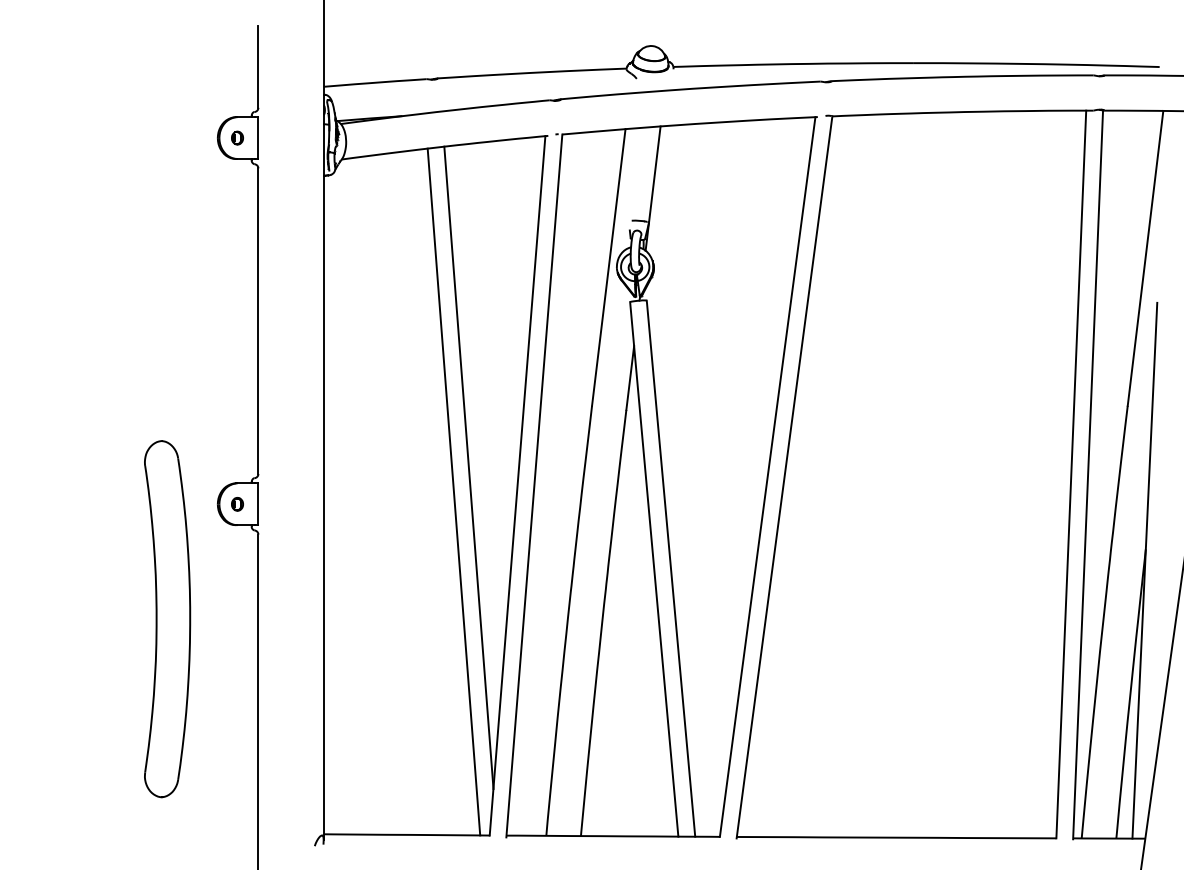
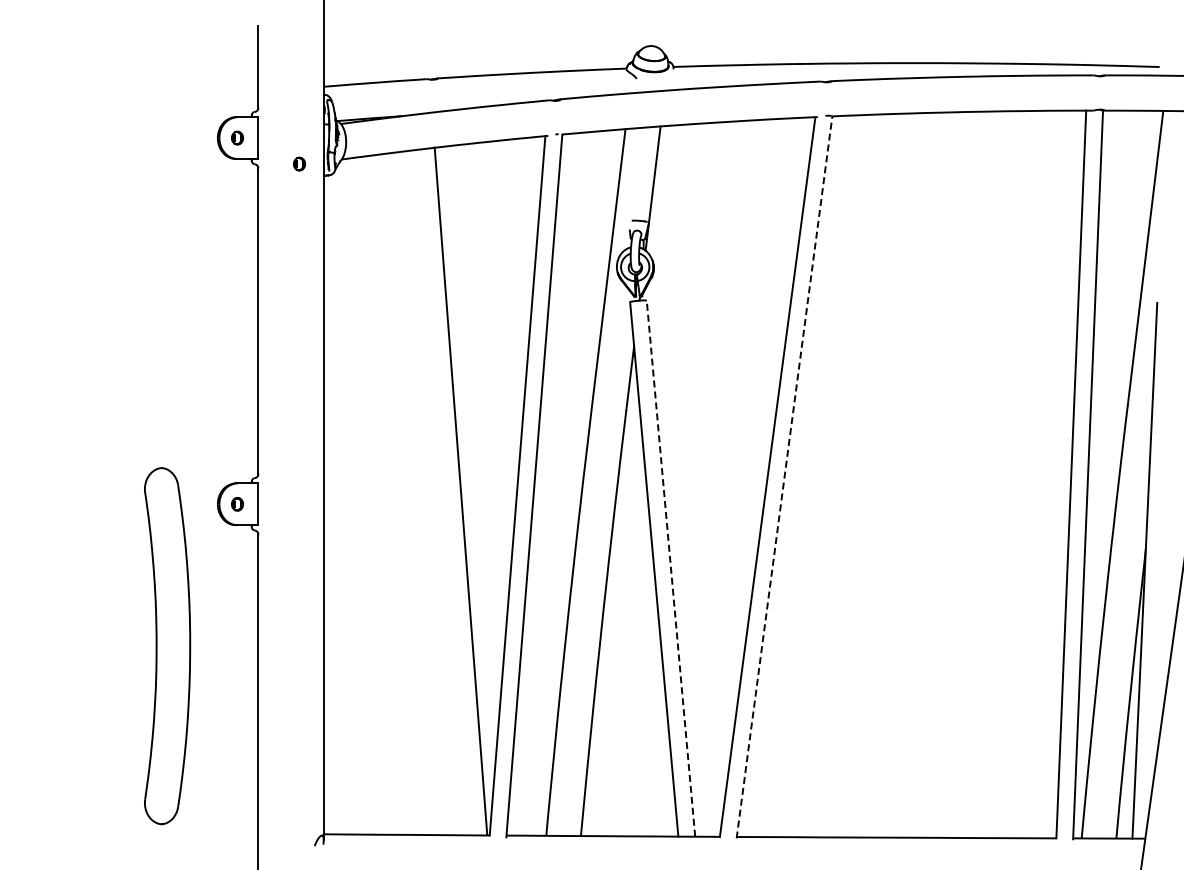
part at (299, 163): none -> present
line at (468, 467): present -> none
line at (784, 476): solid -> dashed
line at (453, 491) position: (453, 491) -> (460, 490)
line at (670, 568): solid -> dashed
part at (167, 619) position: (167, 619) -> (167, 646)
